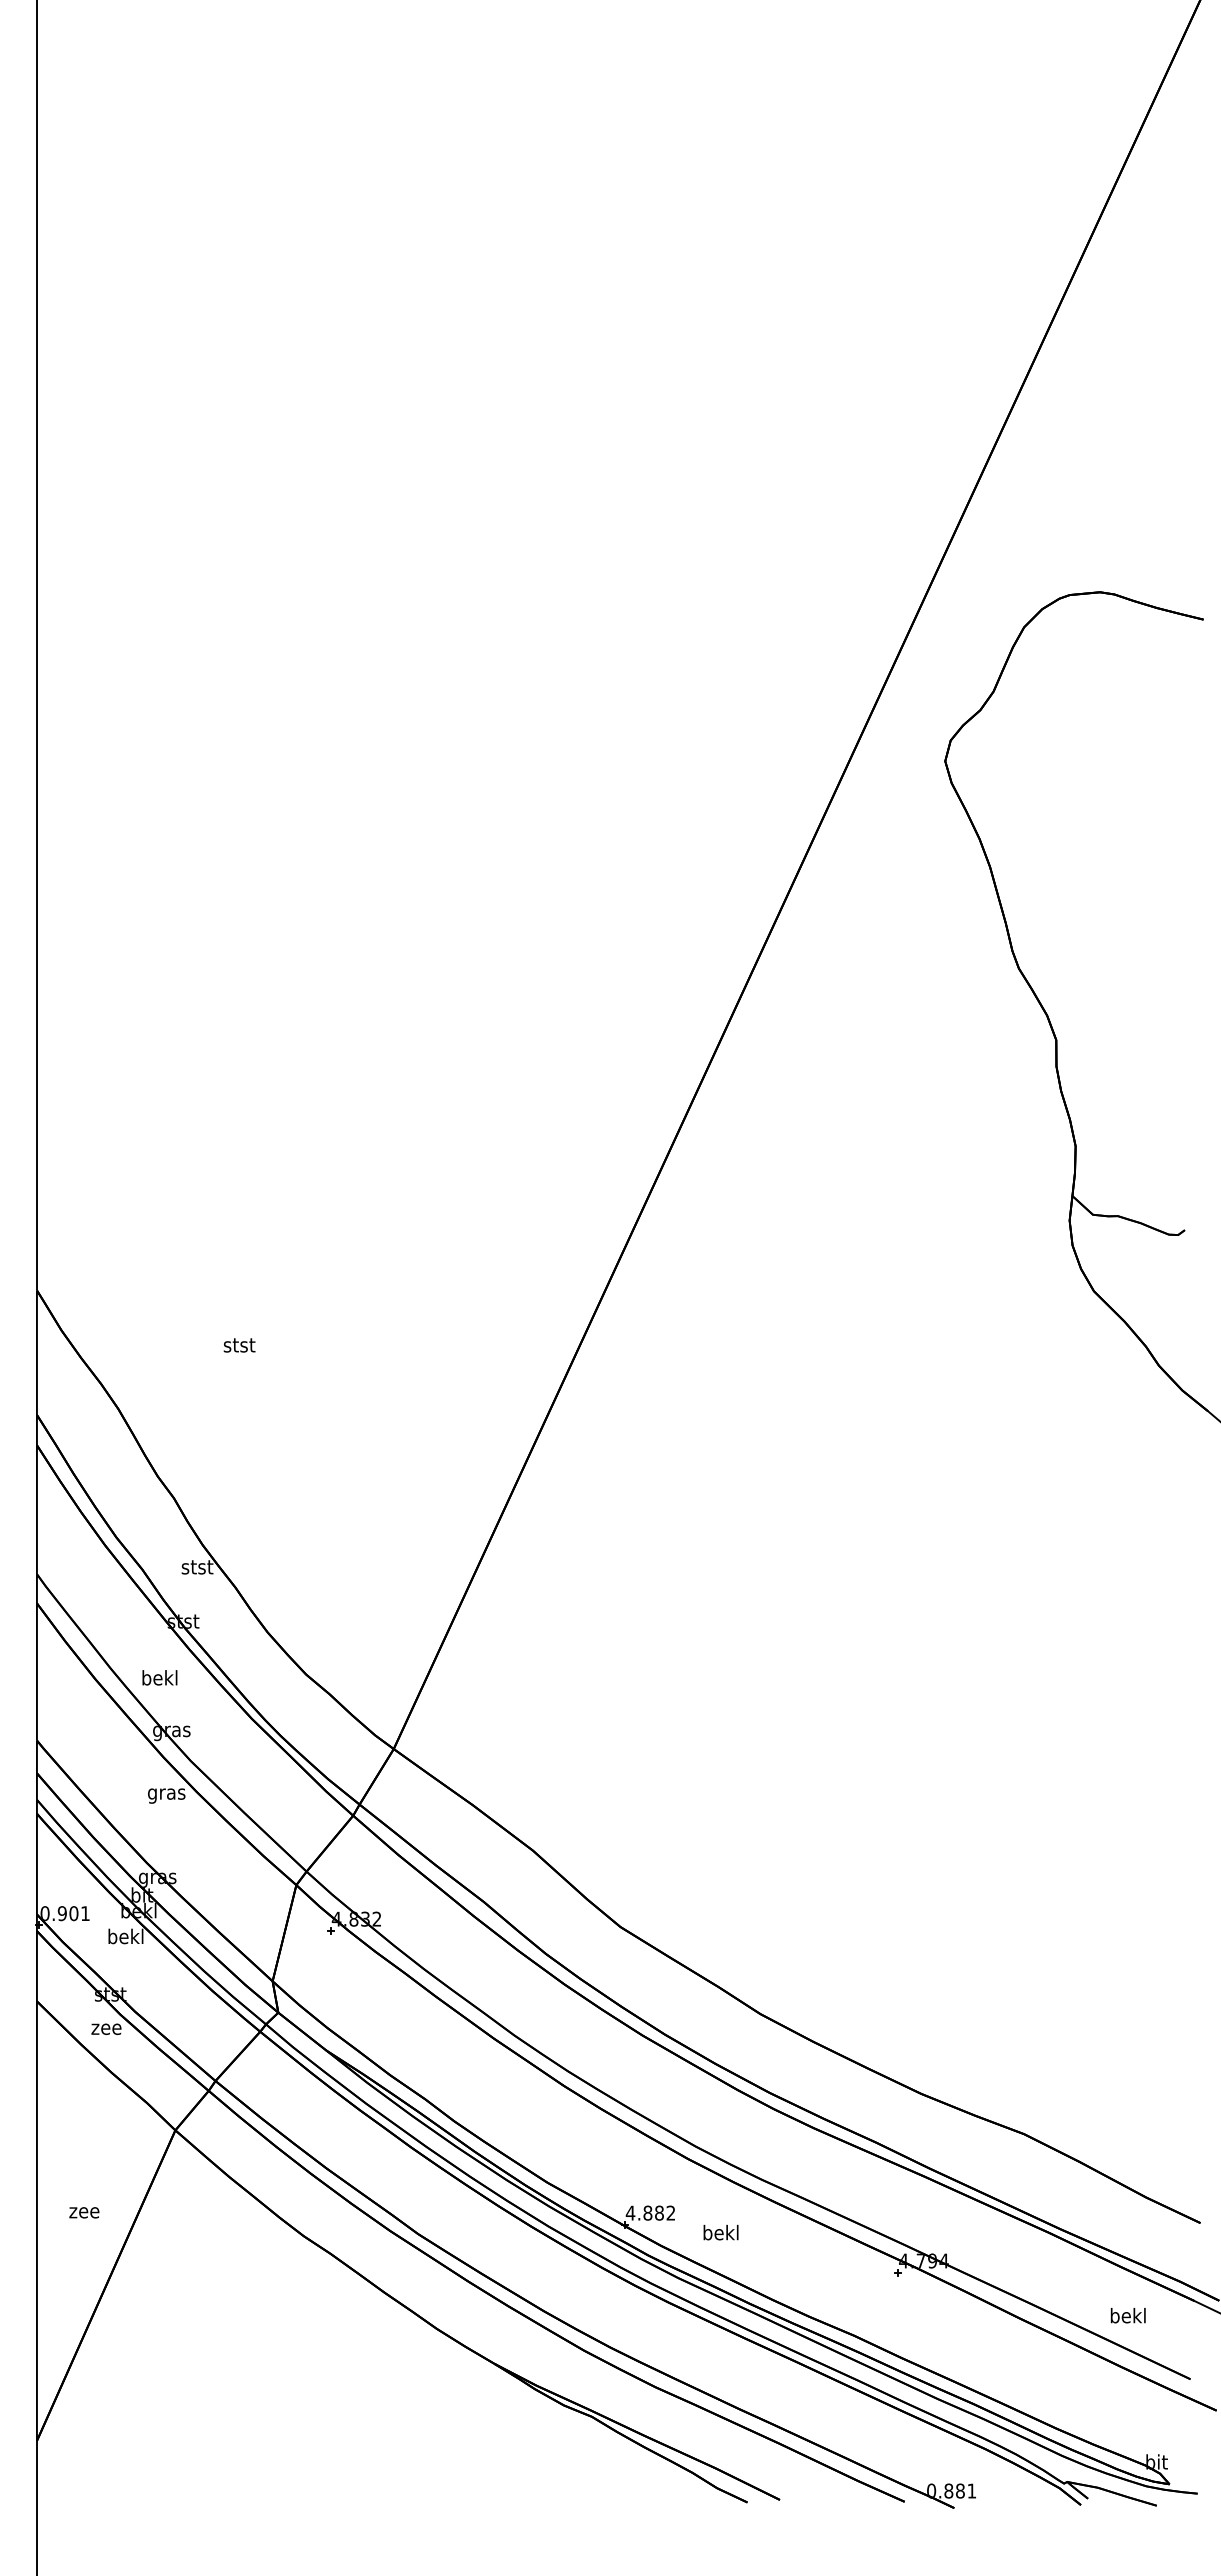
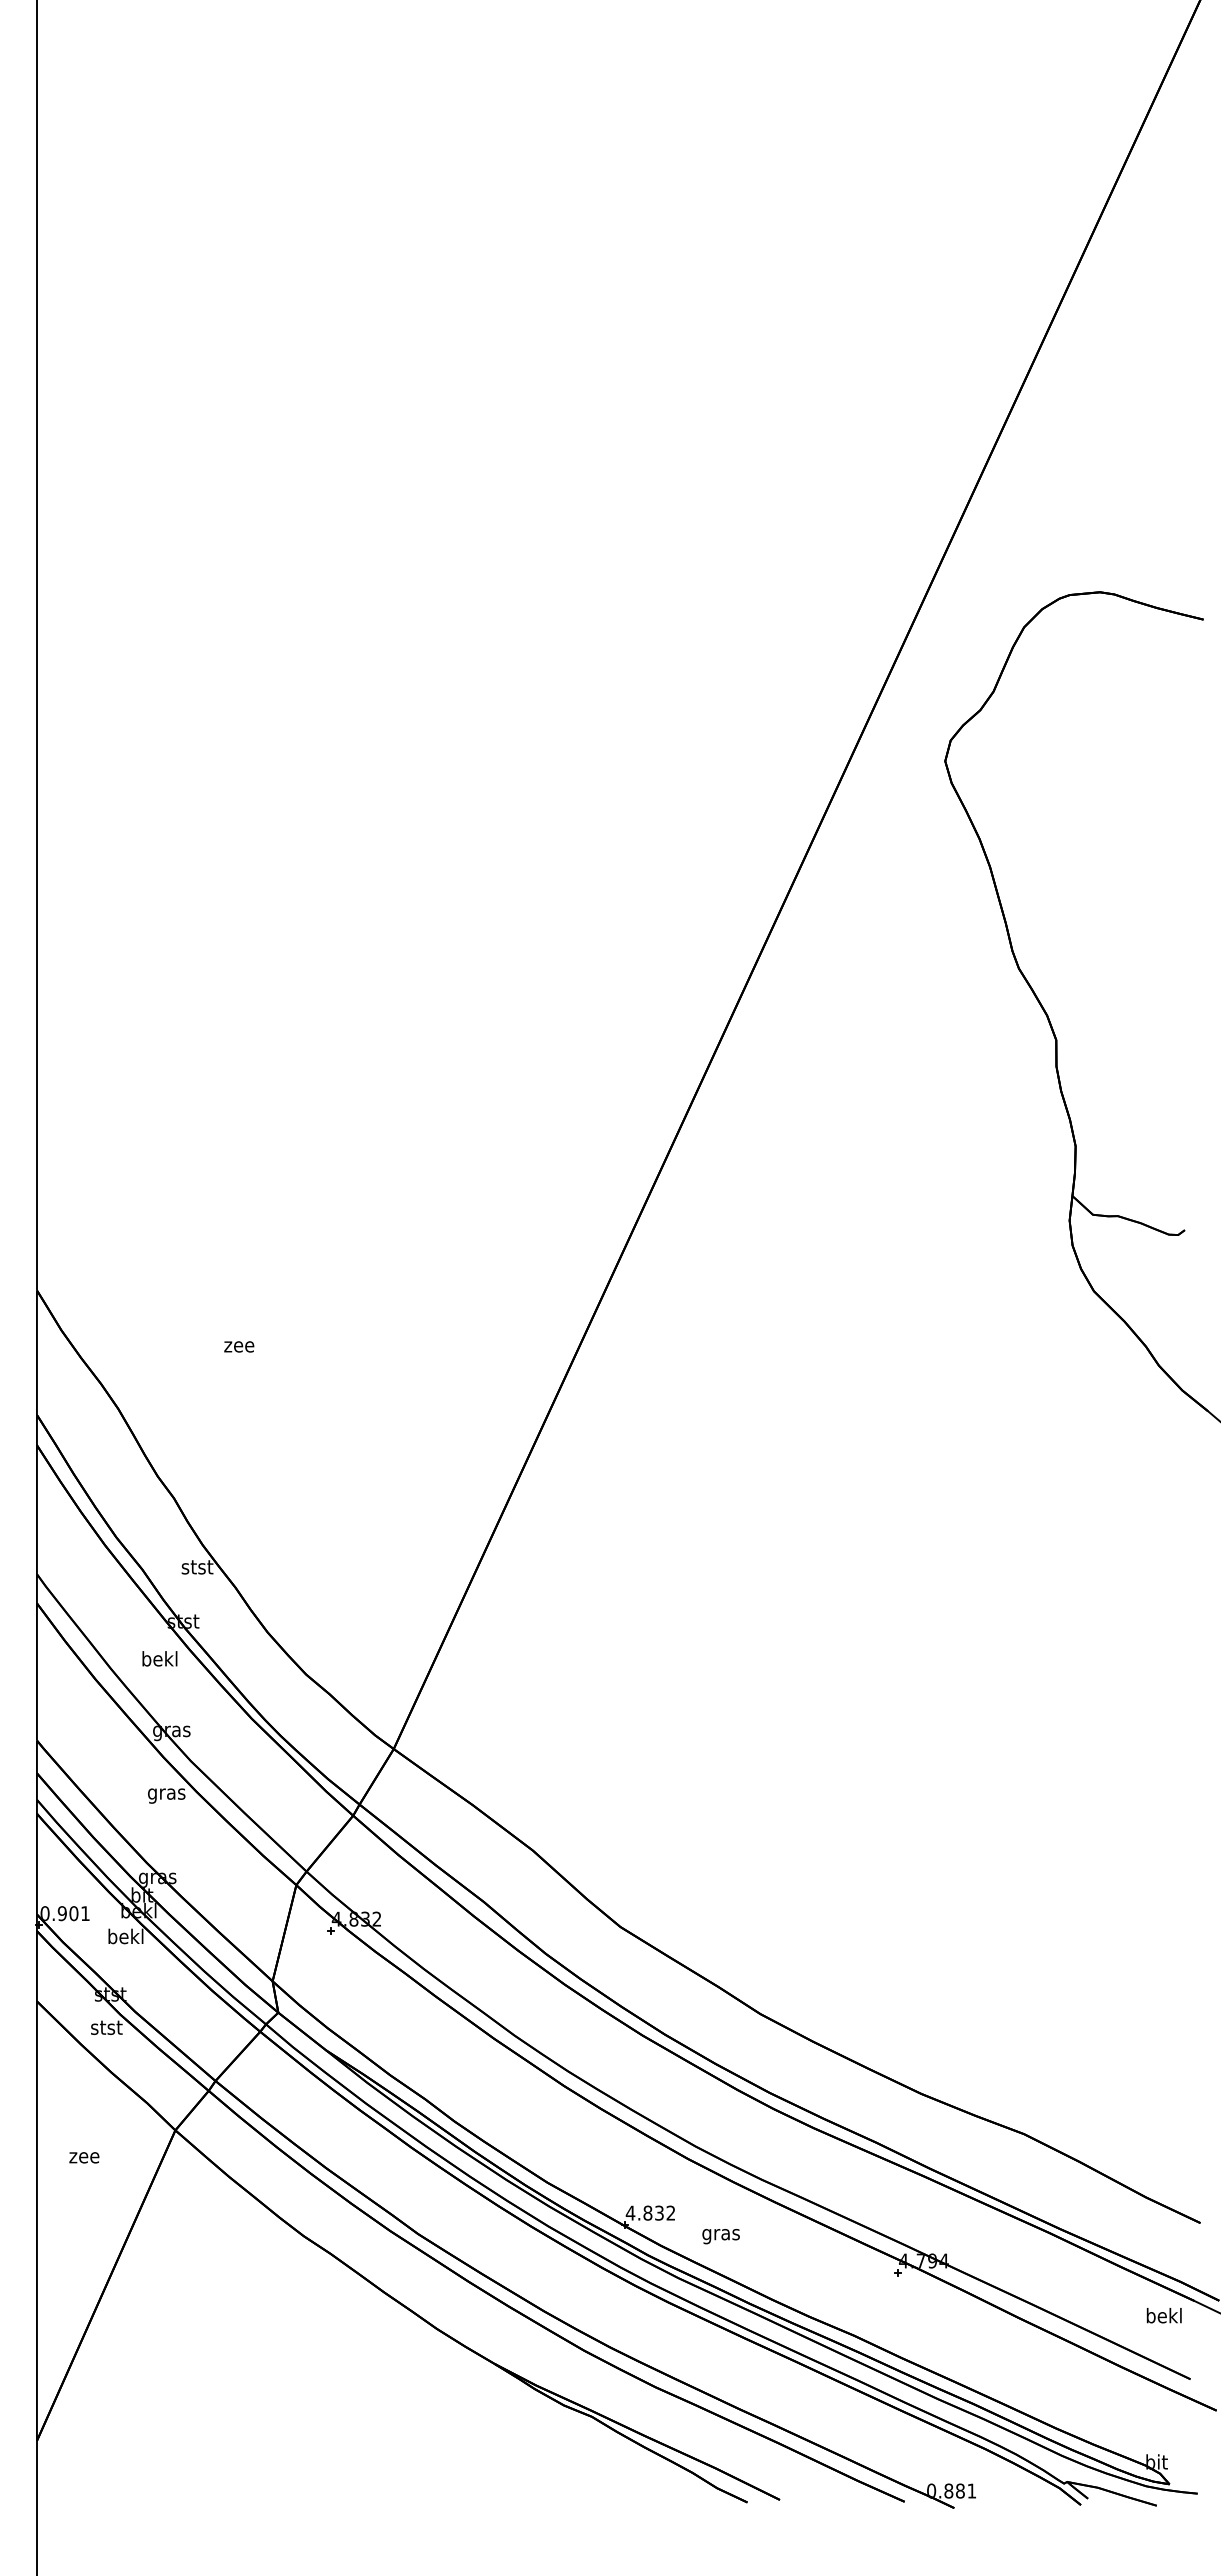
text at (239, 1345): stst -> zee
text at (159, 1677) position: (159, 1677) -> (159, 1658)
text at (106, 2027): zee -> stst
text at (84, 2212) position: (84, 2212) -> (84, 2157)
text at (659, 2212): 4.882 -> 4.832
text at (720, 2234): bekl -> gras
text at (1127, 2315) position: (1127, 2315) -> (1163, 2315)
